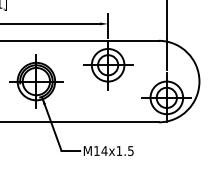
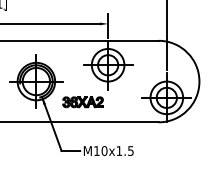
part at (82, 102): none -> present
text at (104, 150): M14x1.5 -> M10x1.5
